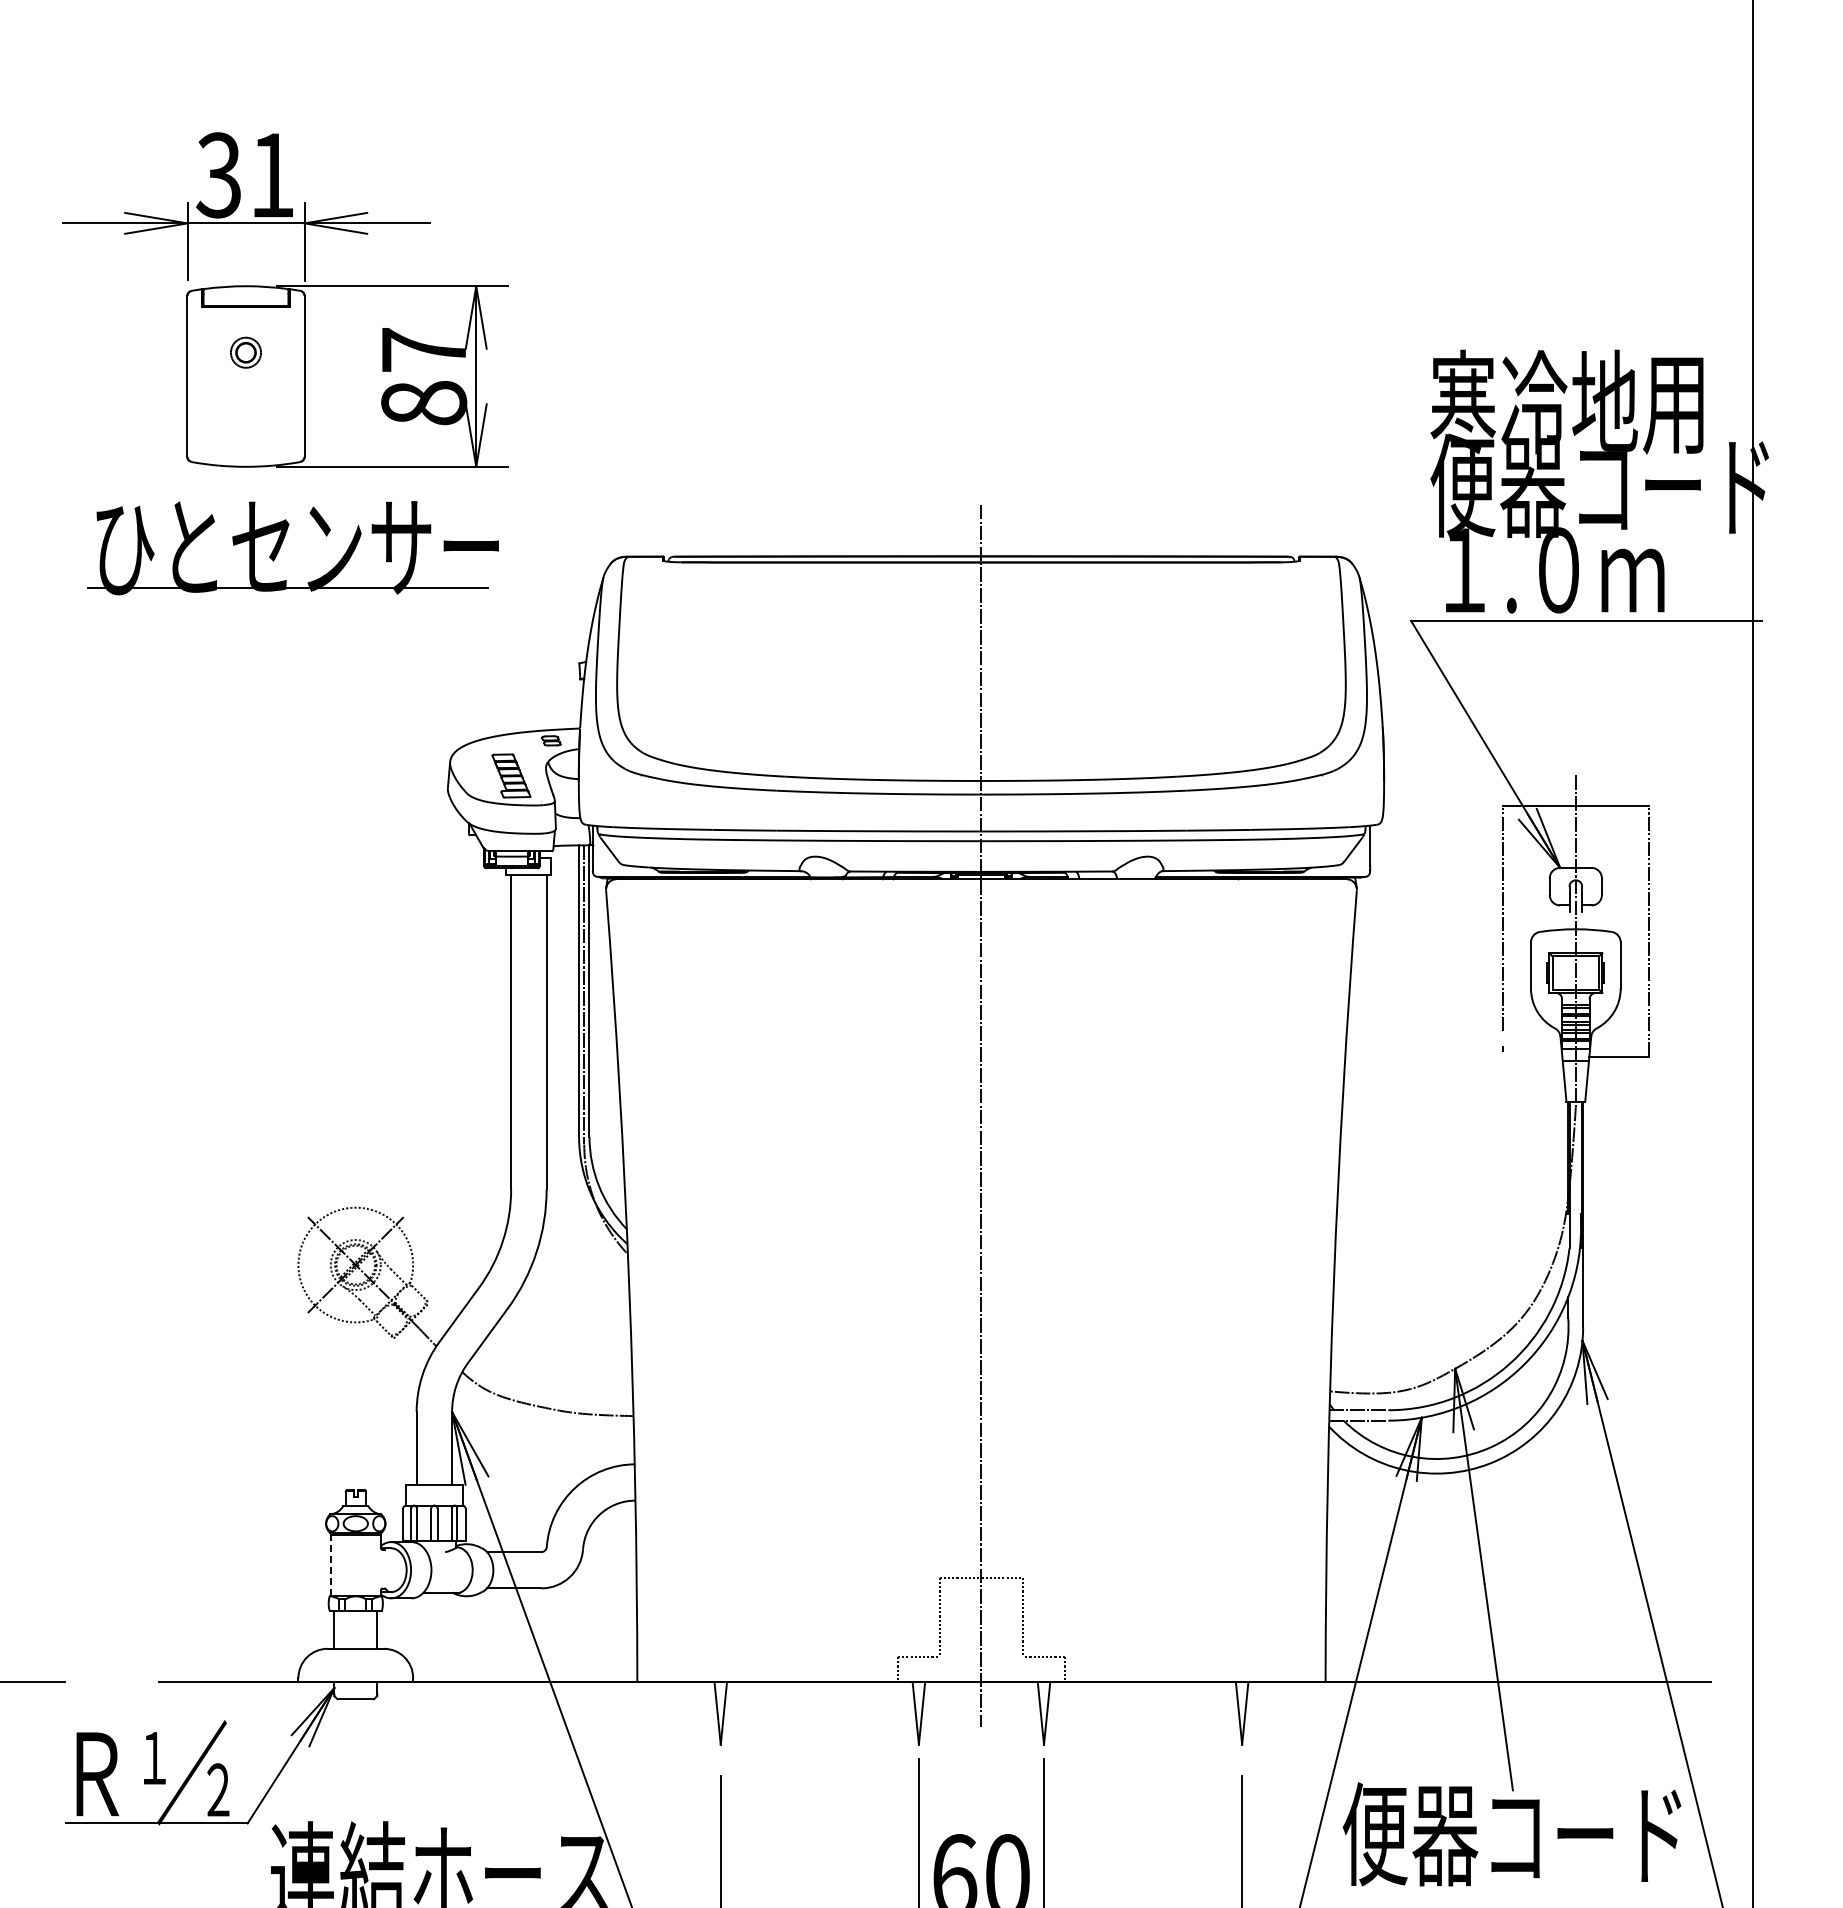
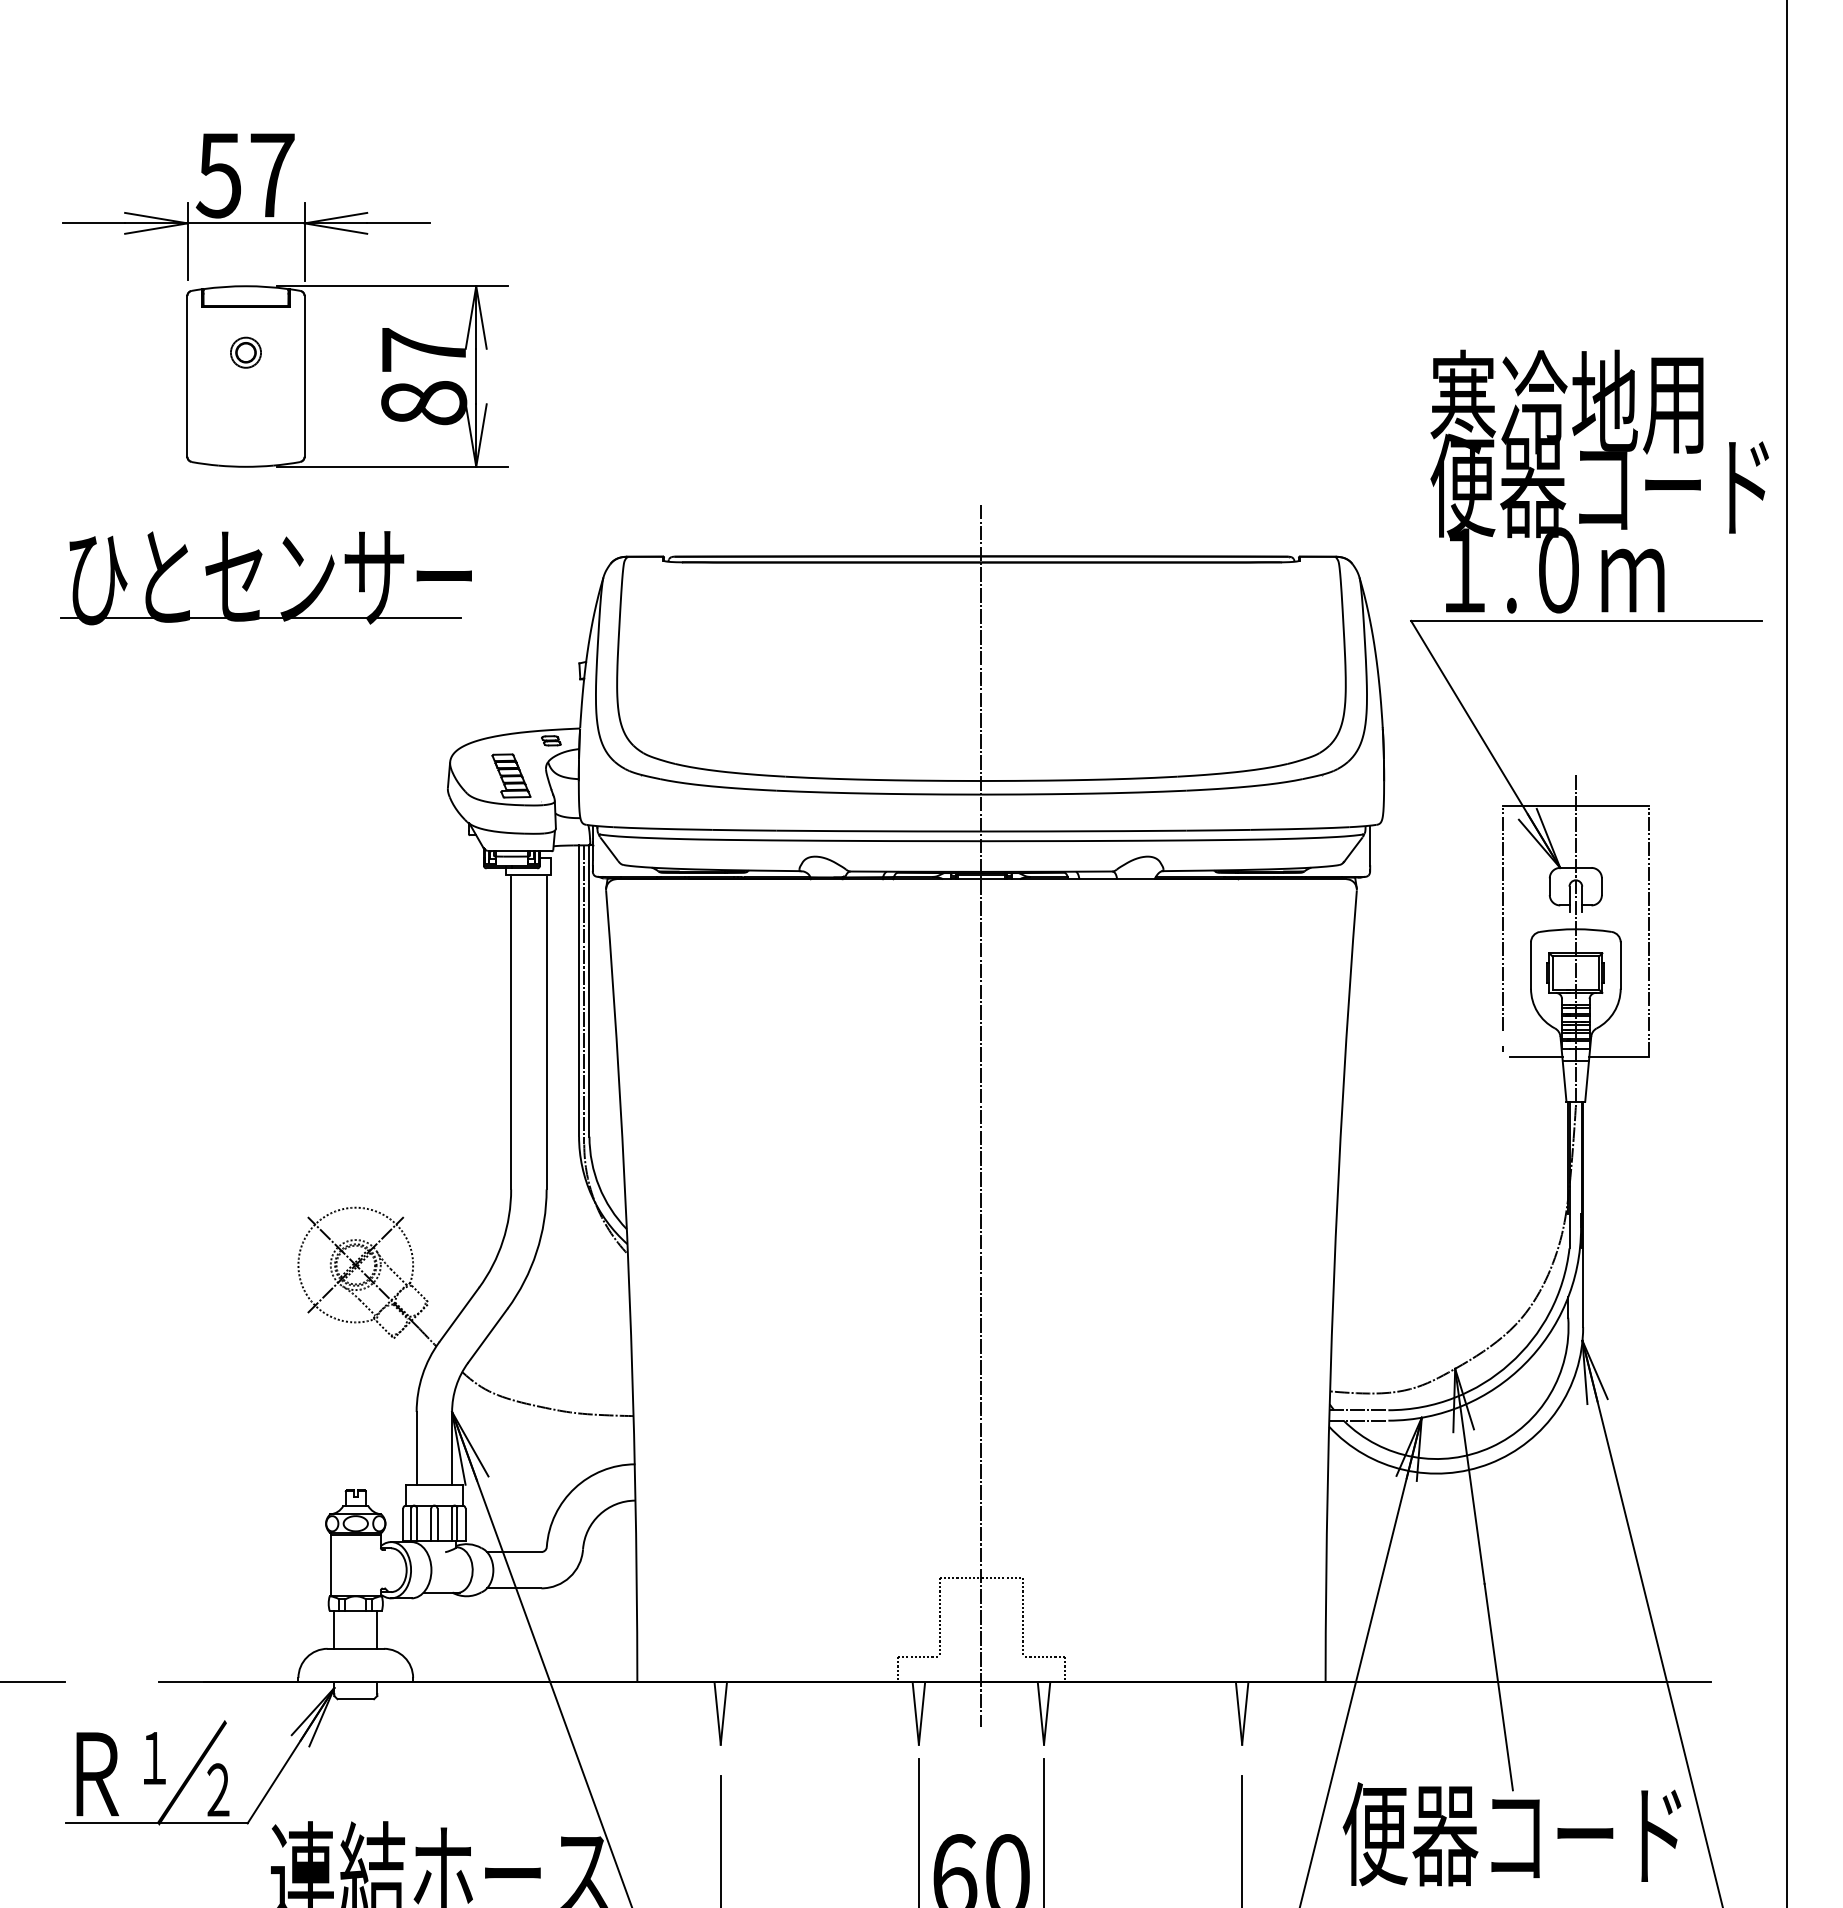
text at (244, 175): 31 -> 57
part at (282, 543) position: (282, 543) -> (255, 573)
line at (1753, 953) position: (1753, 953) -> (1787, 953)
line at (1535, 1056): none -> present
line at (330, 1564): dashed -> solid
